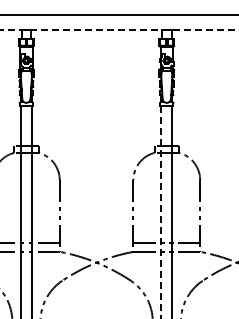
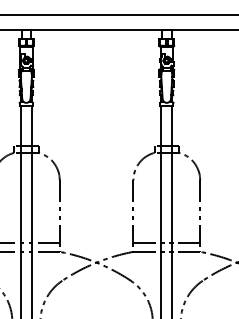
line at (119, 29): dashed -> solid
line at (161, 212): dashed -> solid
